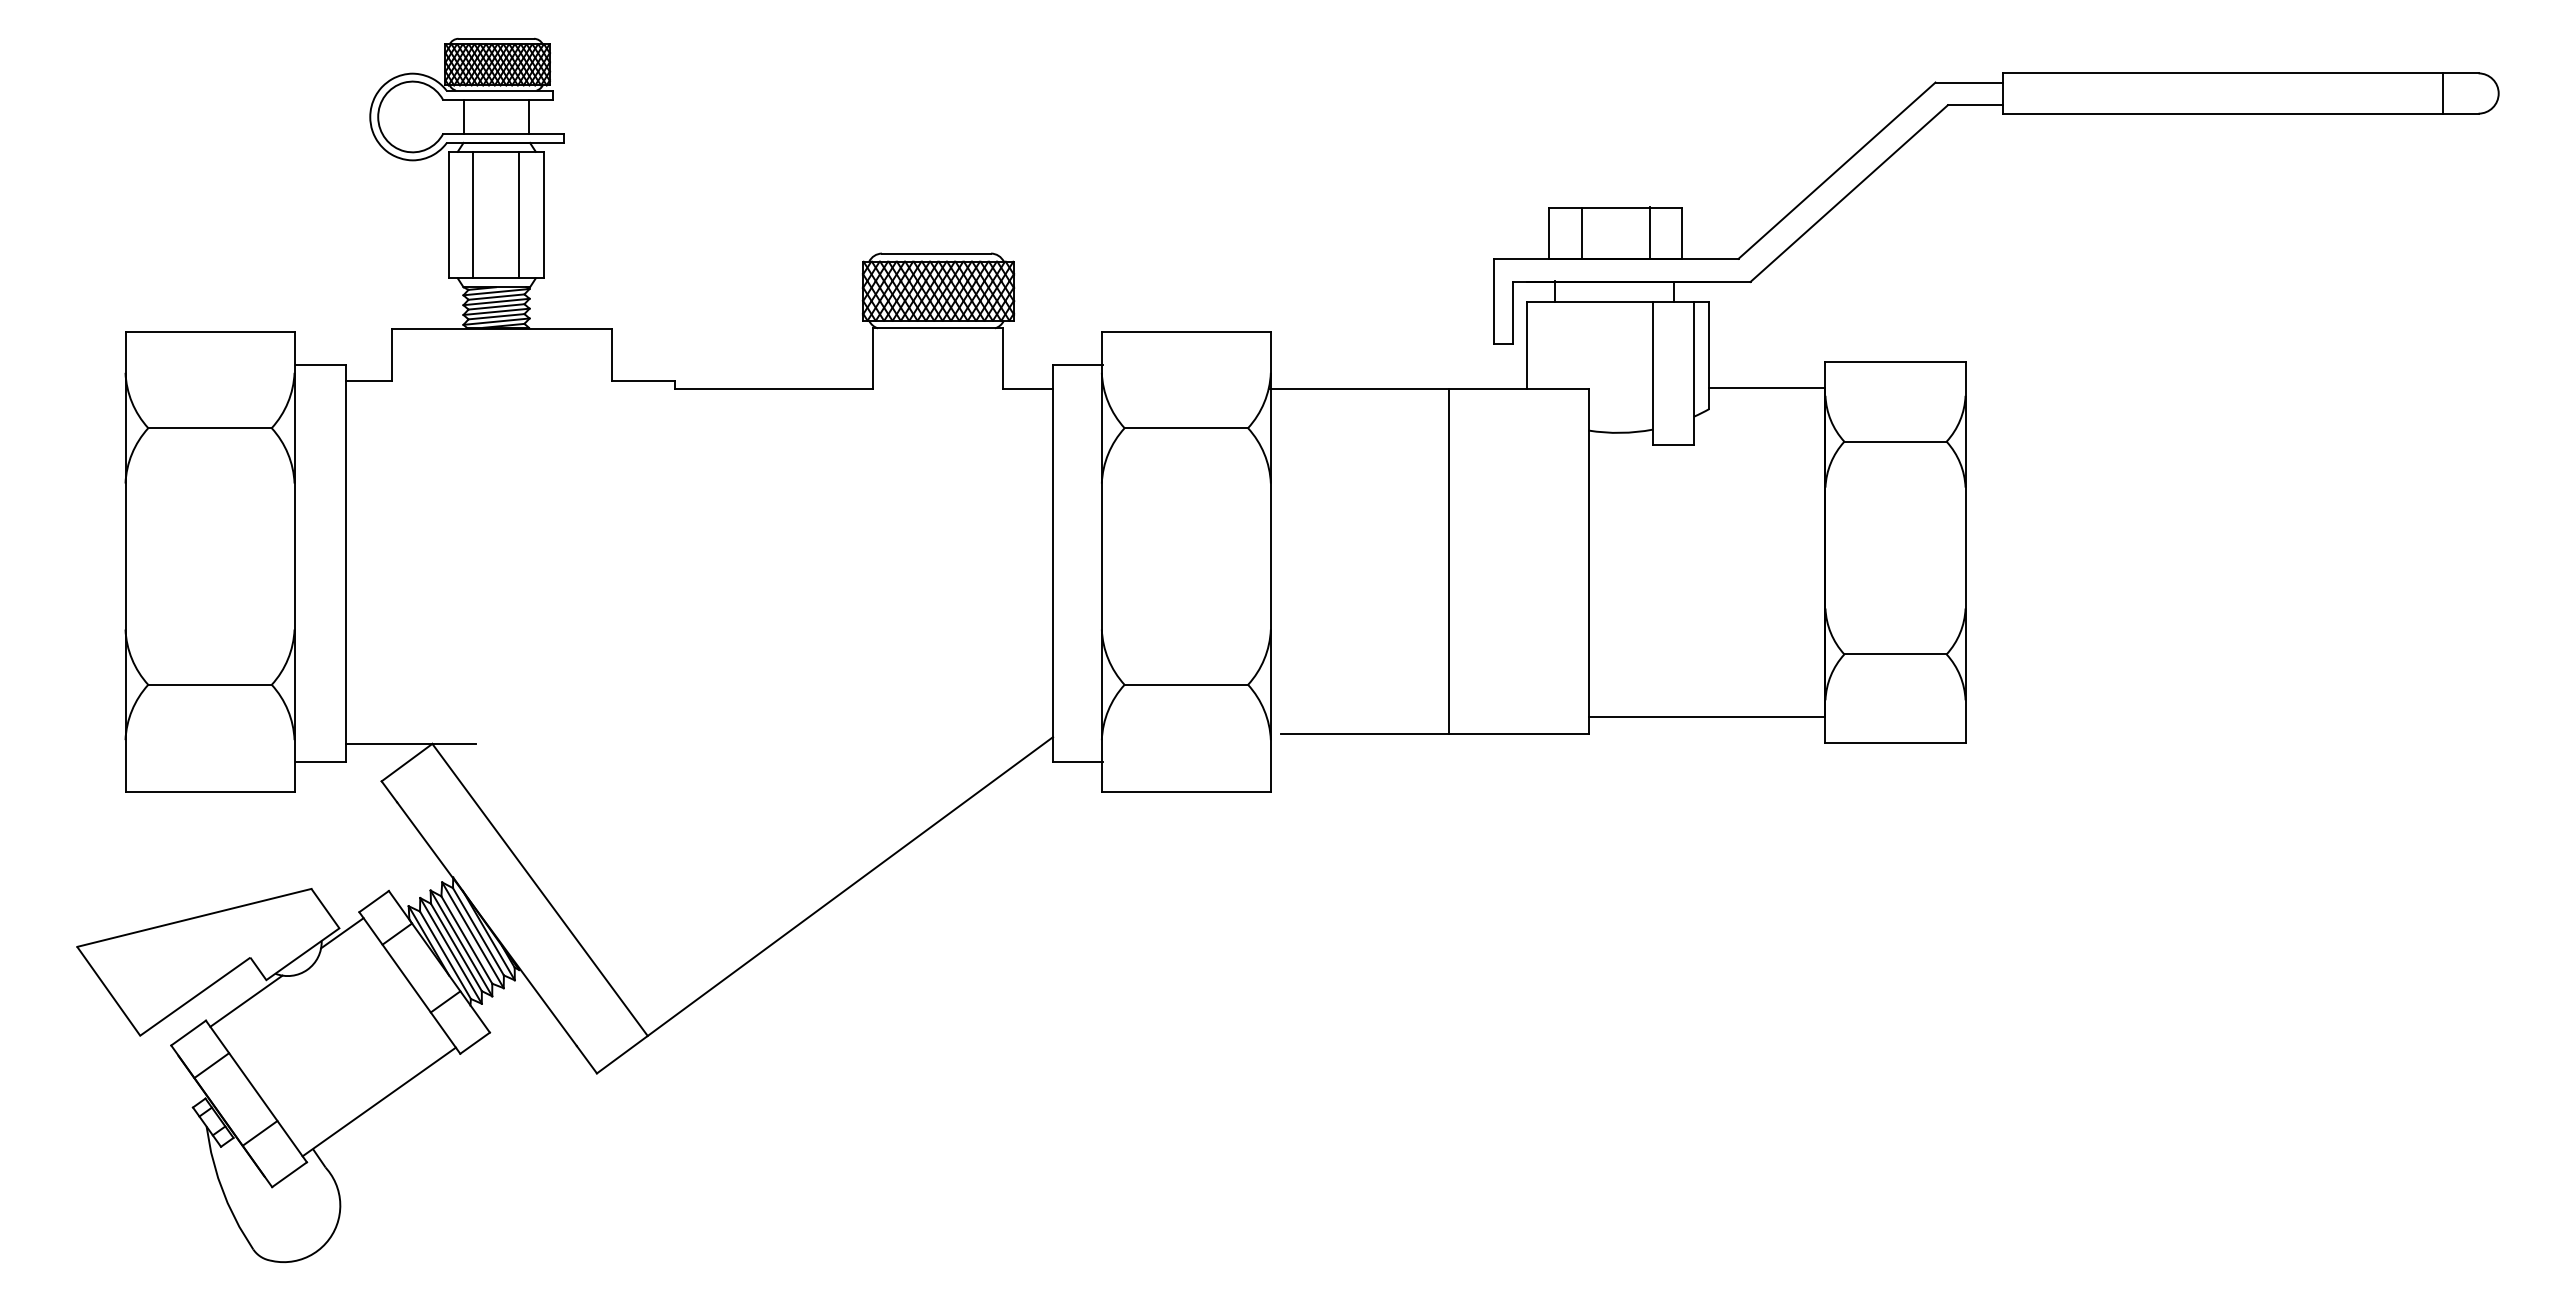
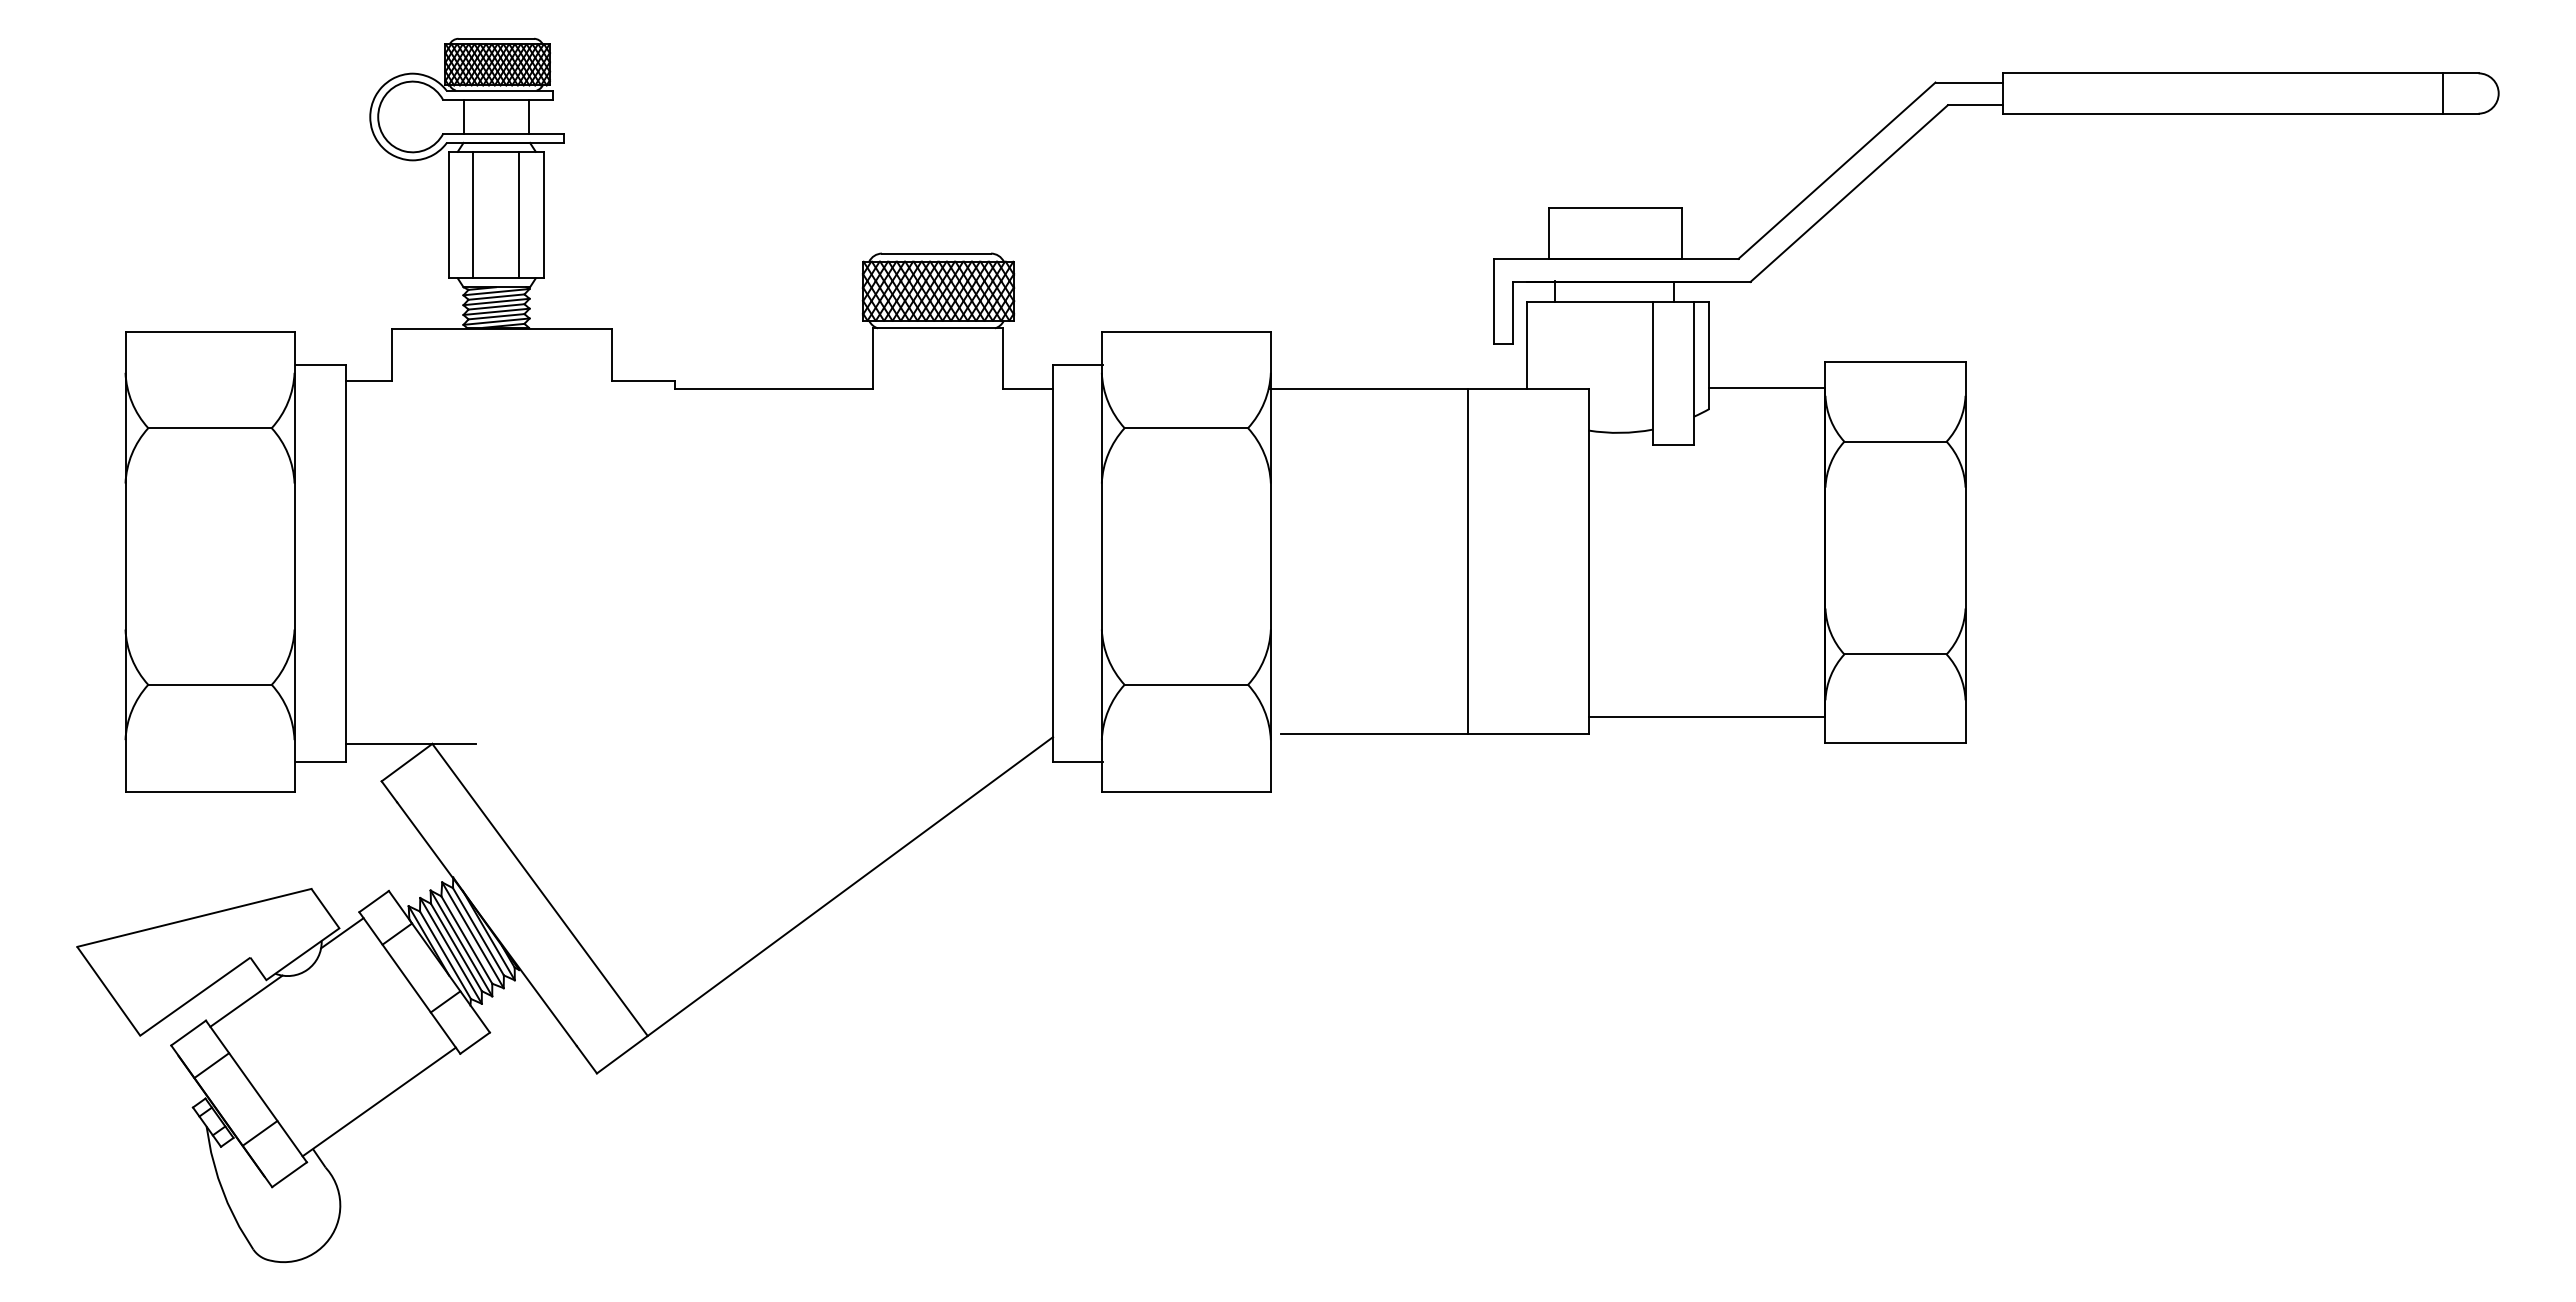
line at (1582, 232): present -> none
line at (1650, 232): present -> none
line at (1449, 561) position: (1449, 561) -> (1468, 561)
